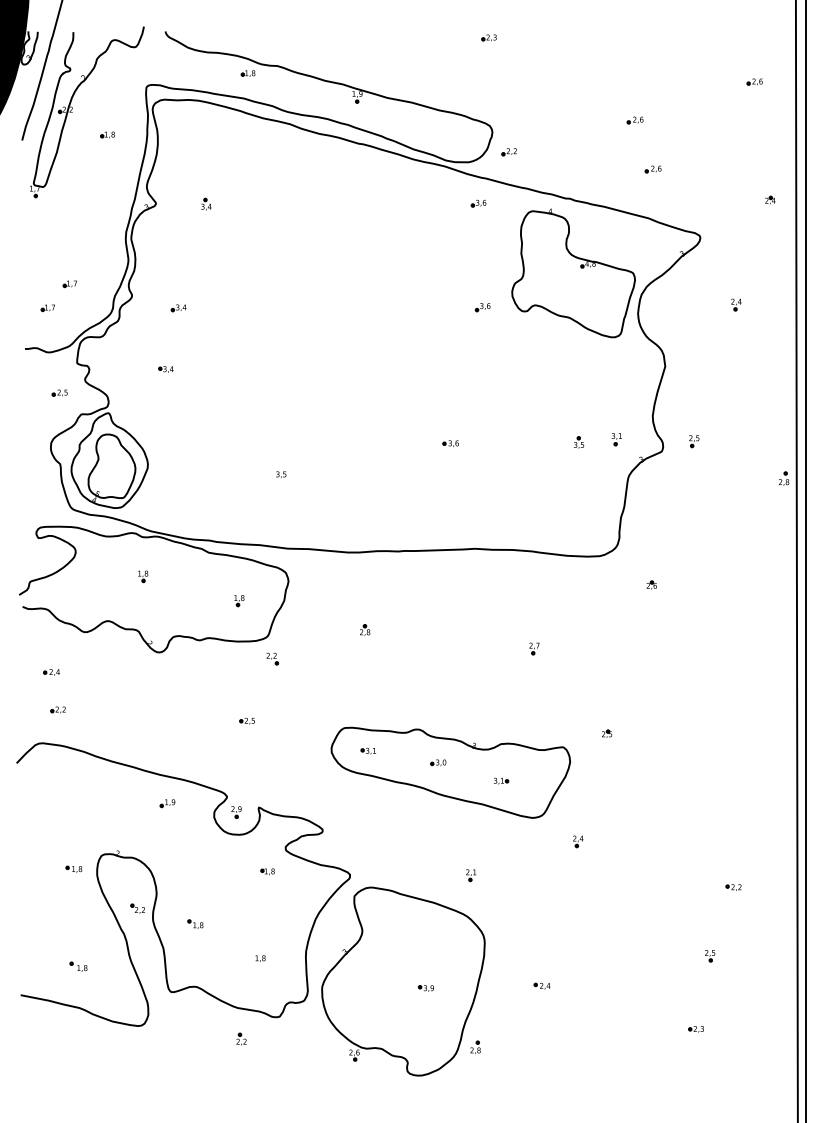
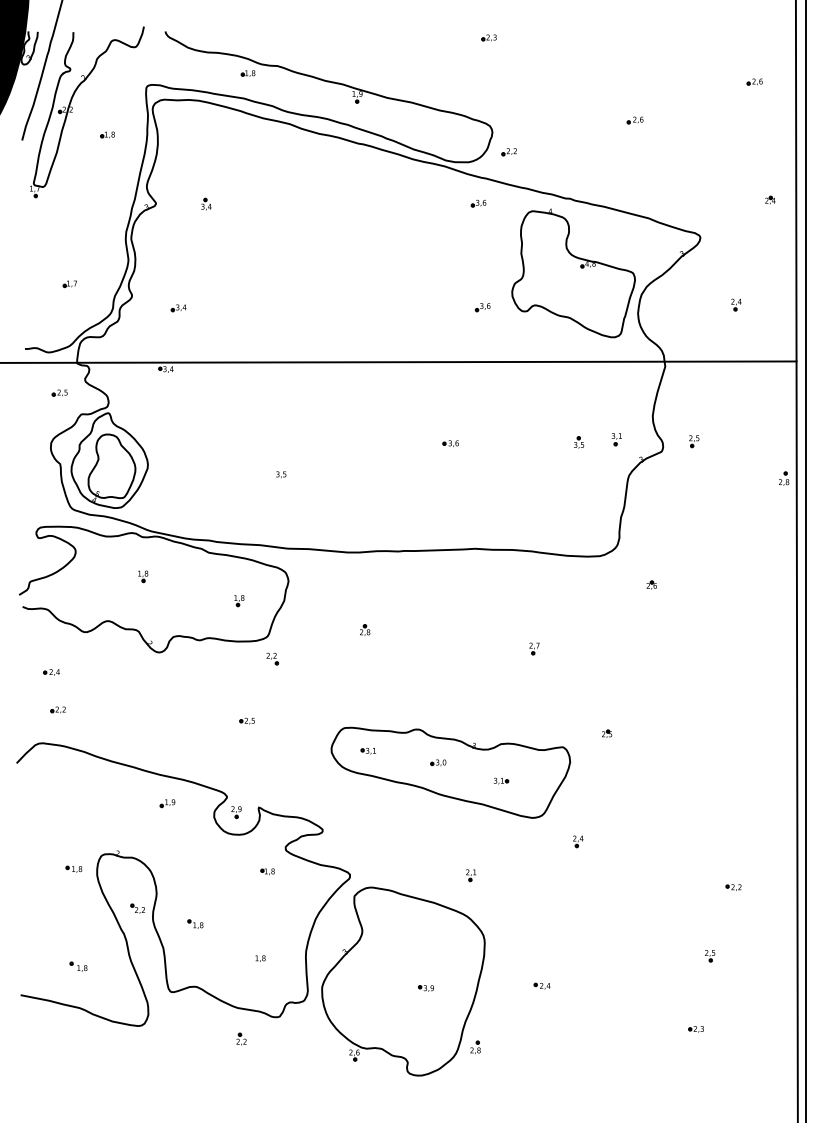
part at (652, 169): present -> none
part at (47, 308): present -> none
line at (399, 361): none -> present
